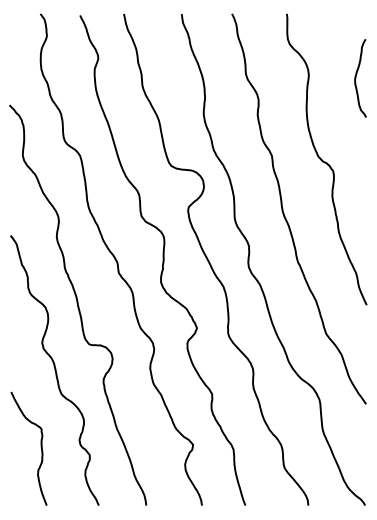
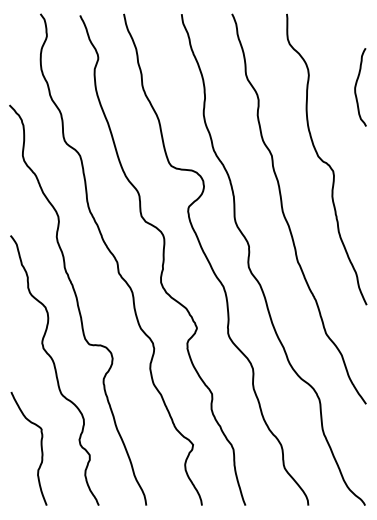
curve at (356, 78) position: (356, 78) -> (356, 87)
